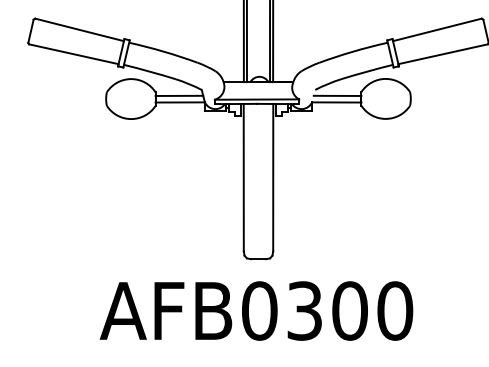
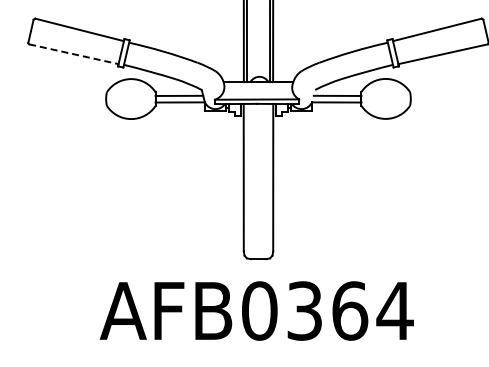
line at (73, 54): solid -> dashed
text at (372, 310): AFB0300 -> AFB0364
